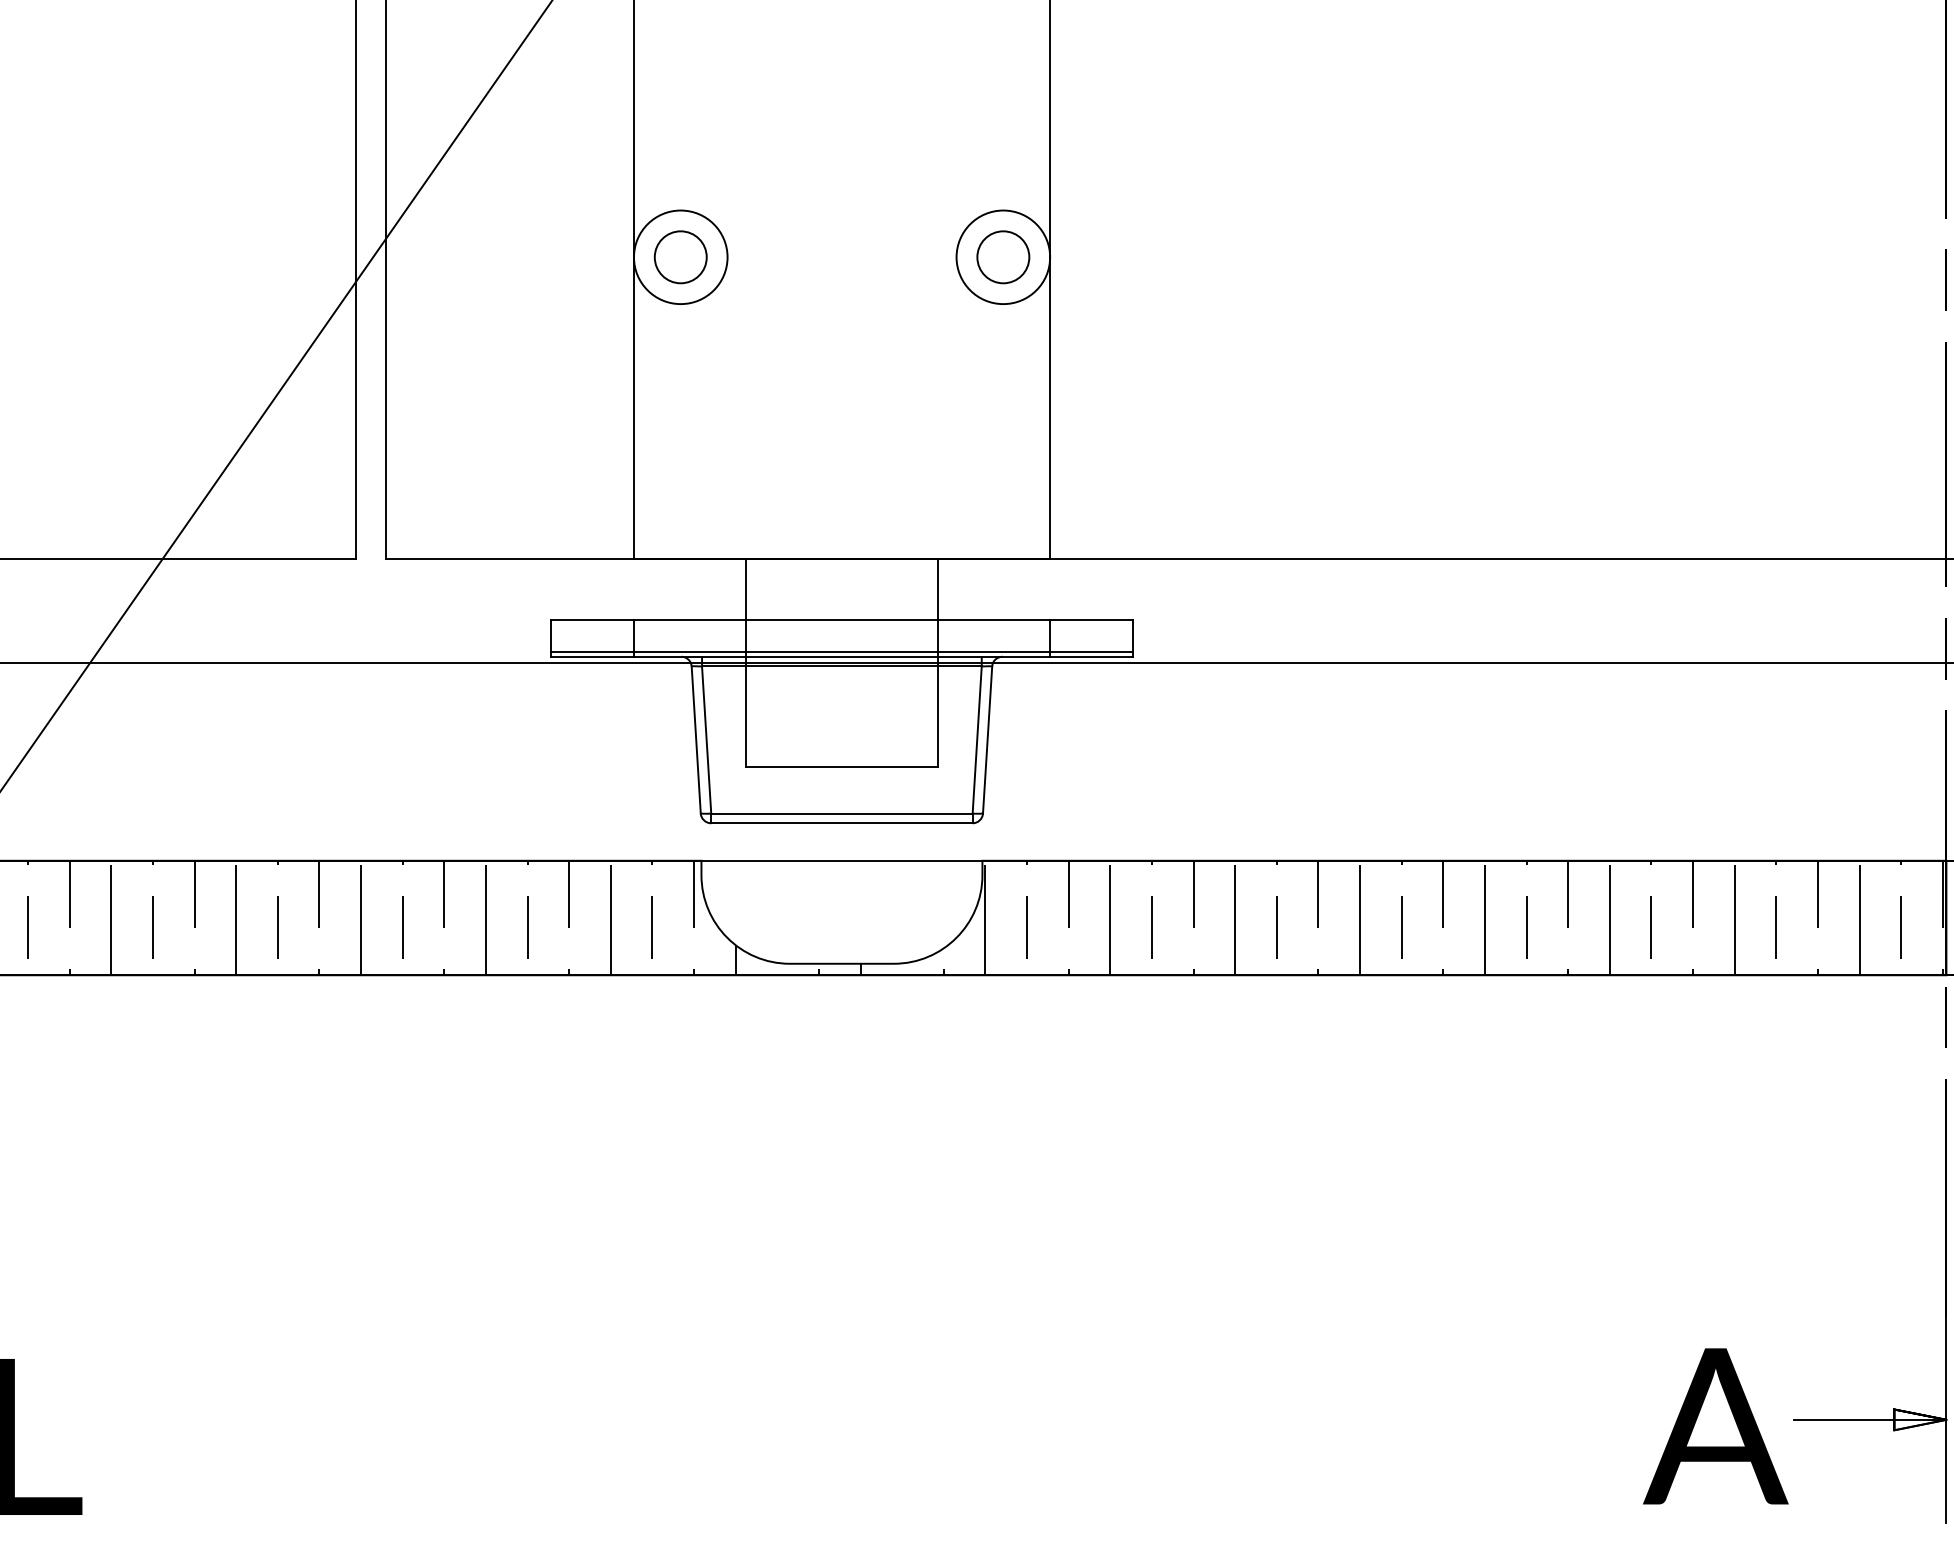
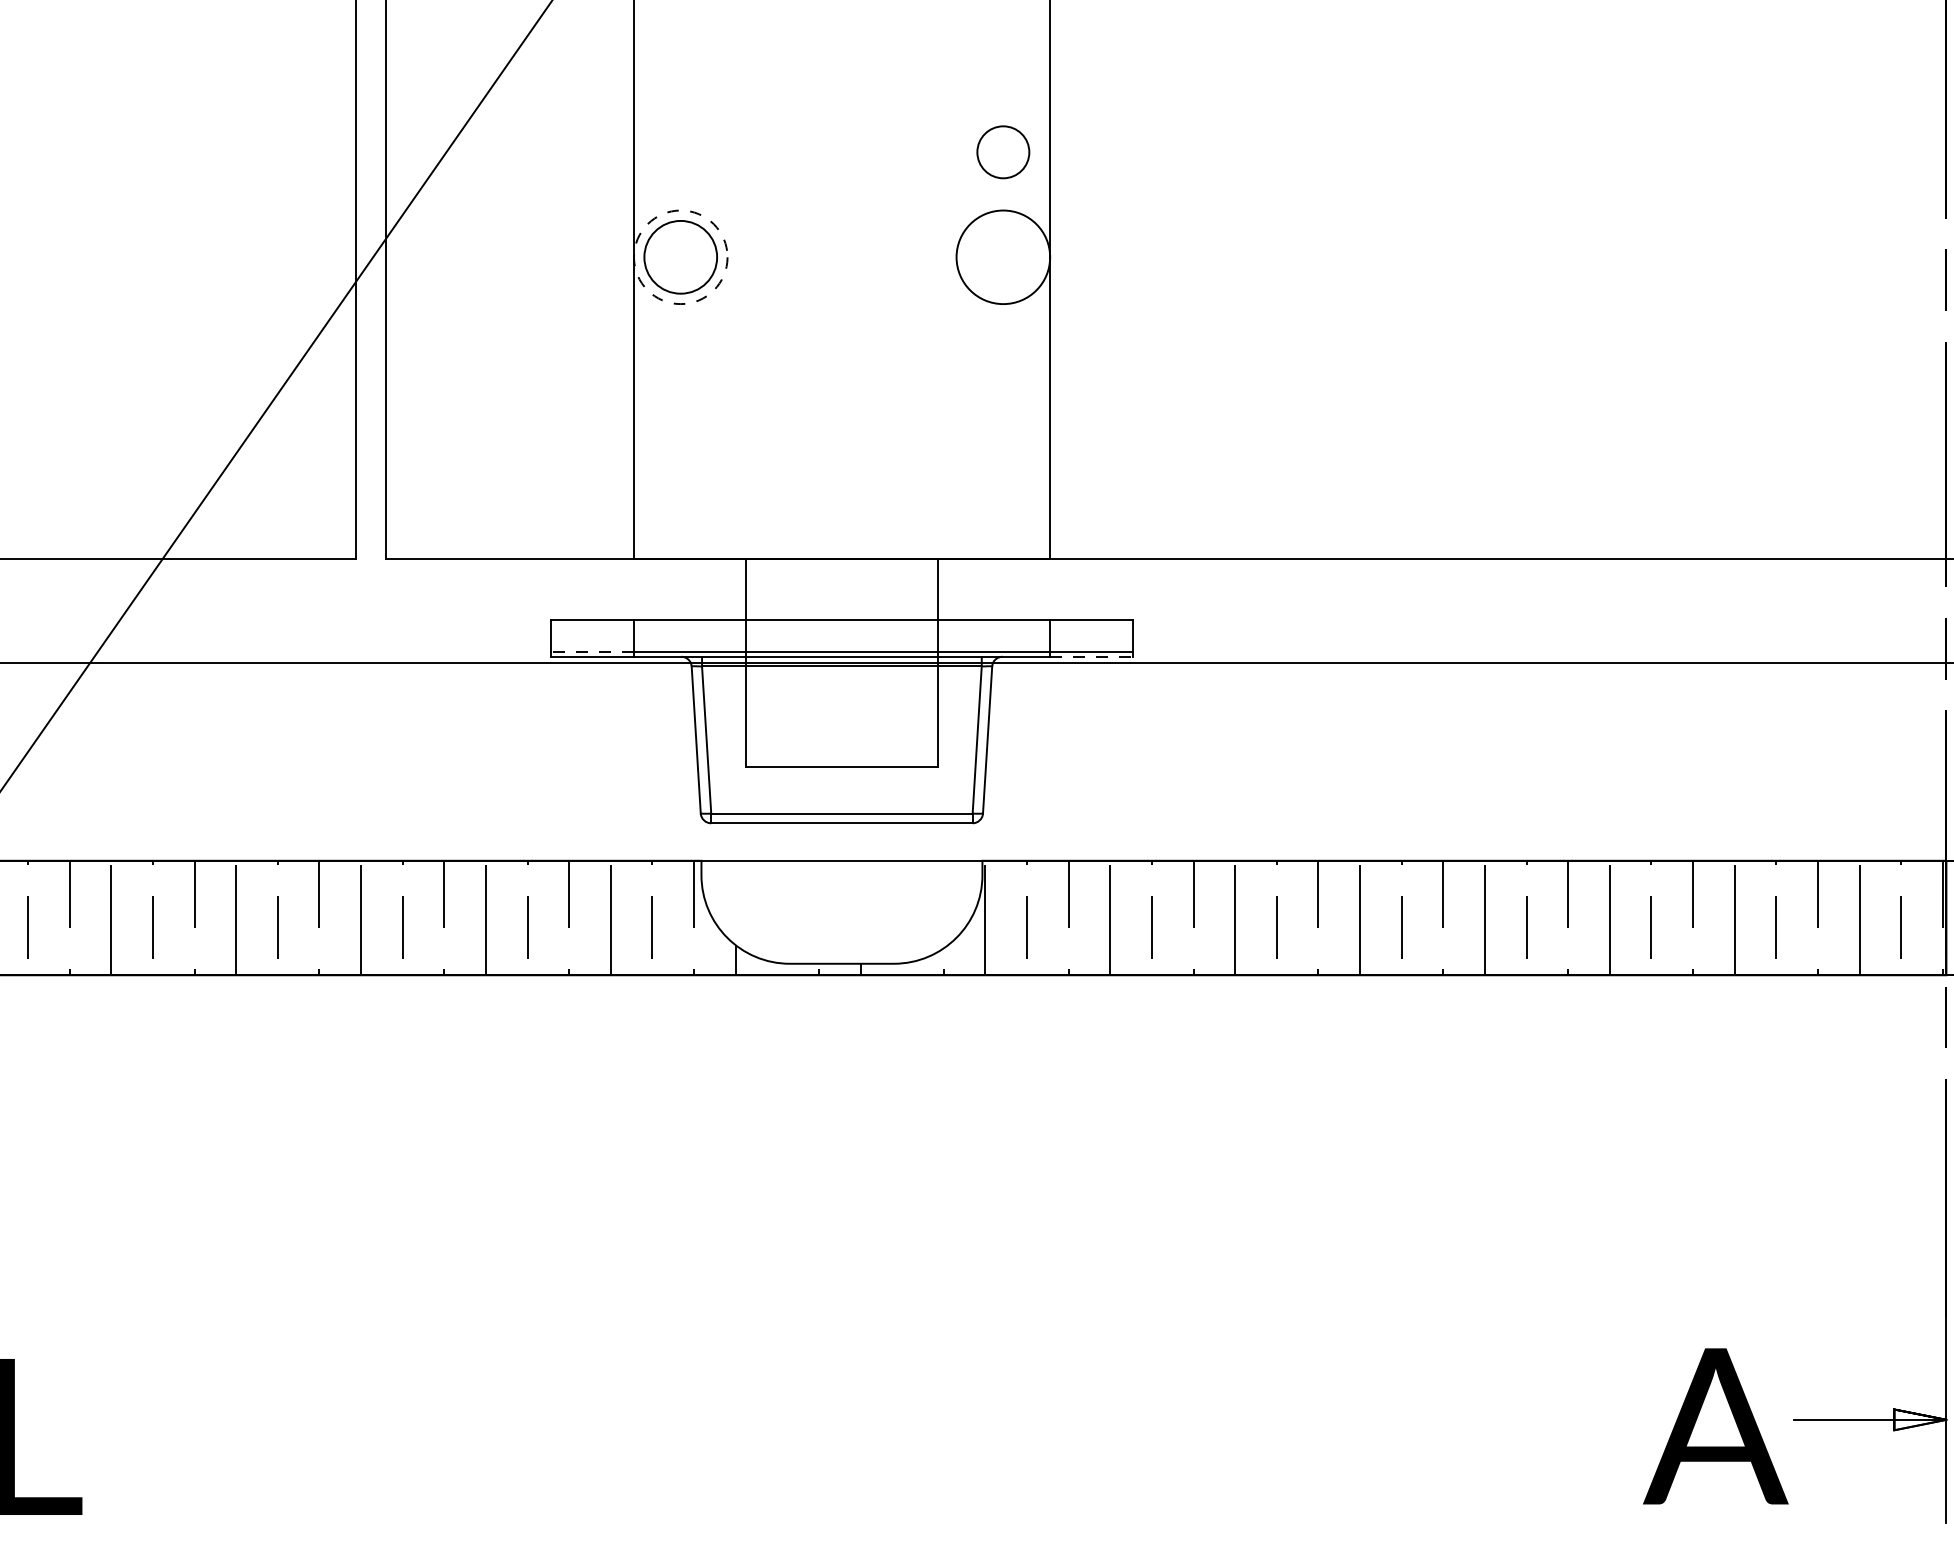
circle at (680, 257) diameter: 52 px -> 73 px
circle at (680, 257): solid -> dashed
circle at (1003, 257) position: (1003, 257) -> (1003, 152)
line at (592, 651): solid -> dashed
line at (1091, 656): solid -> dashed
